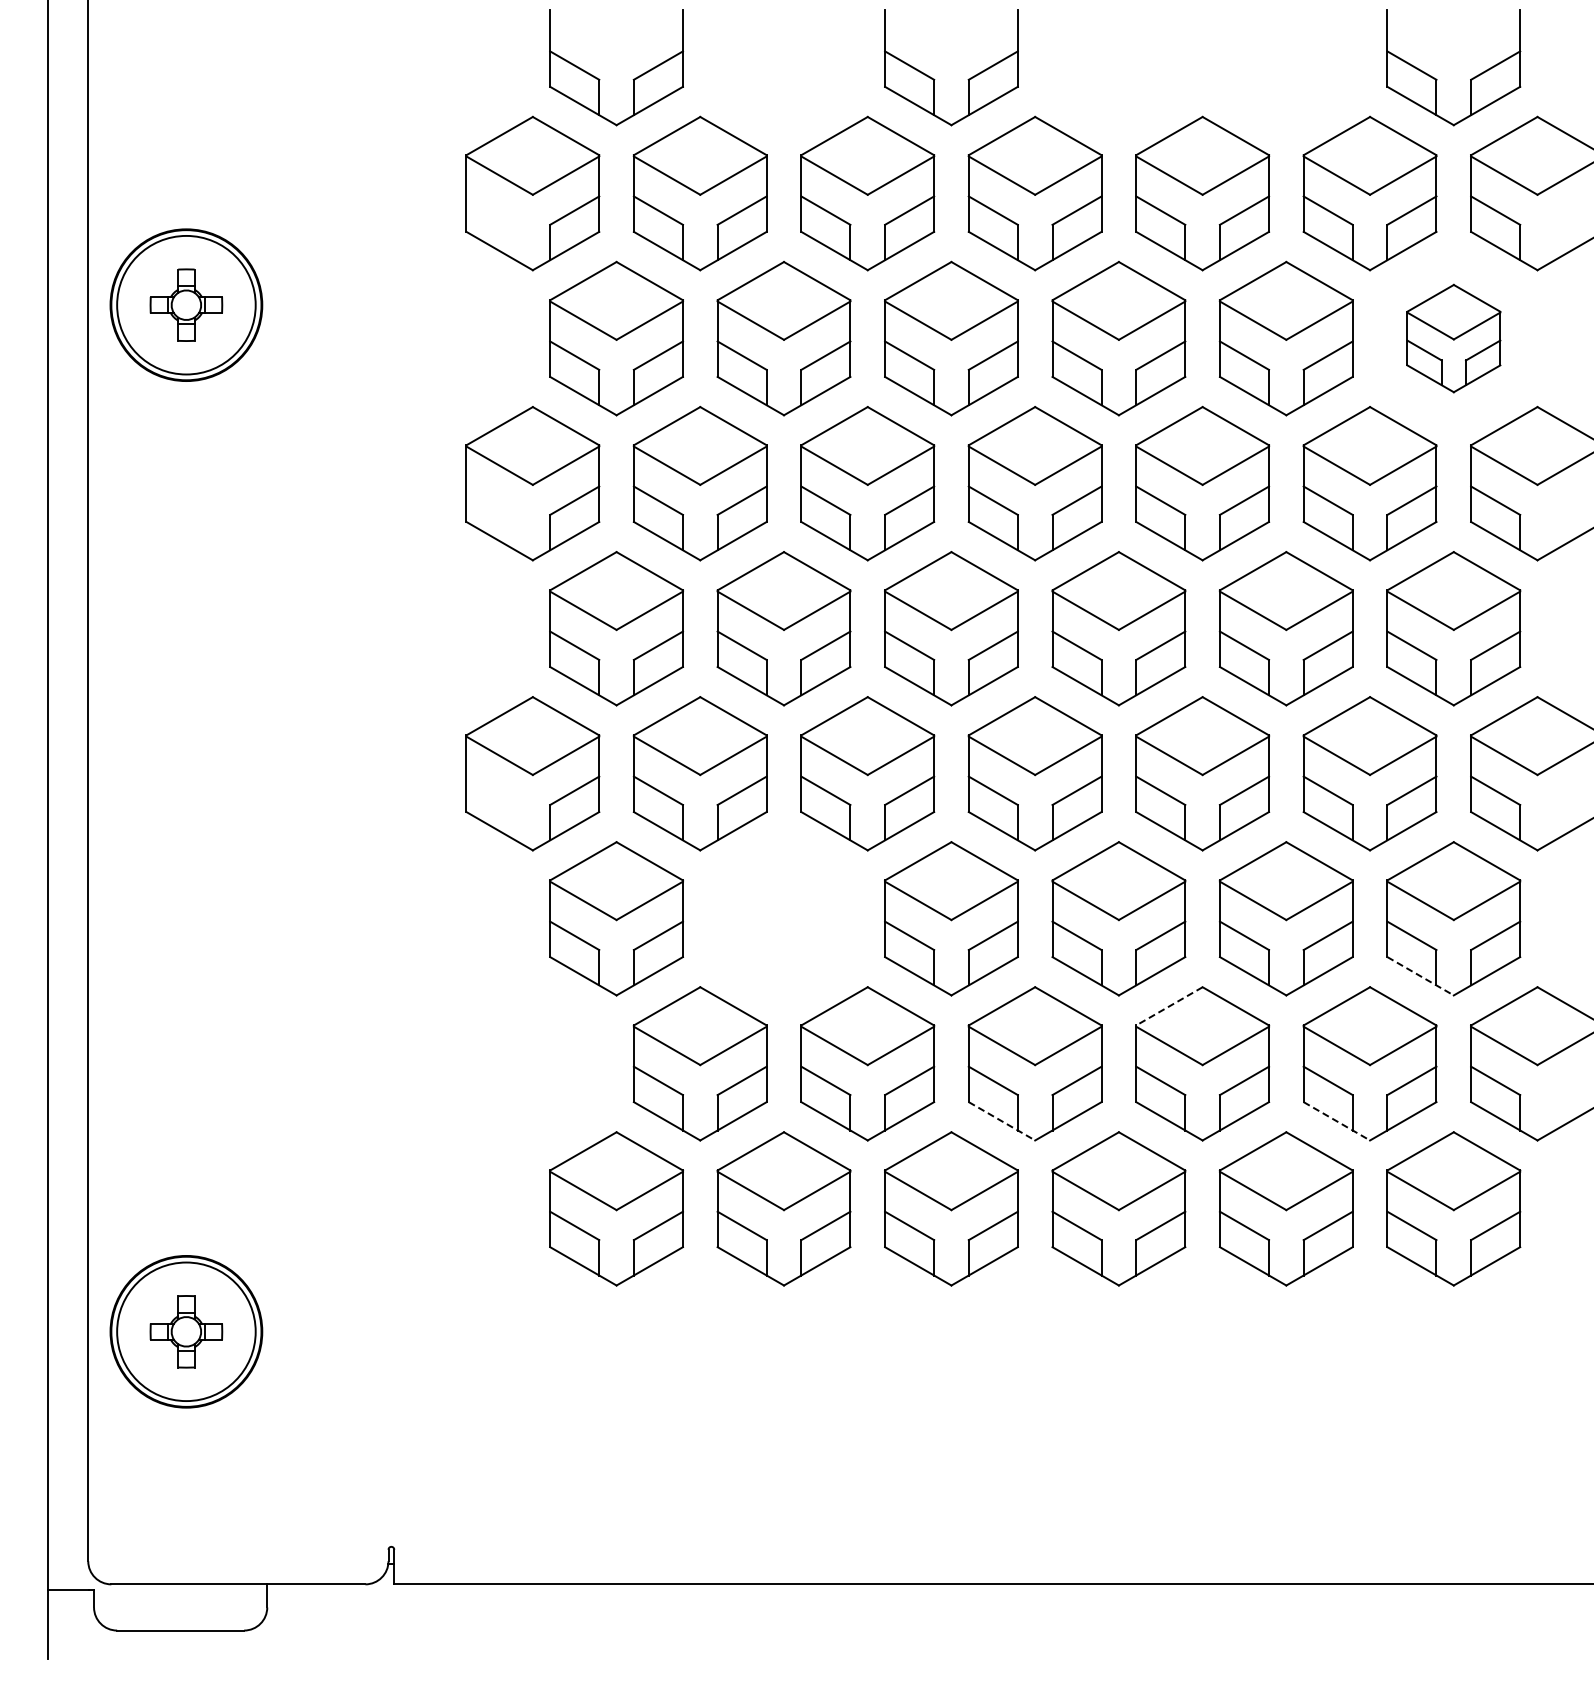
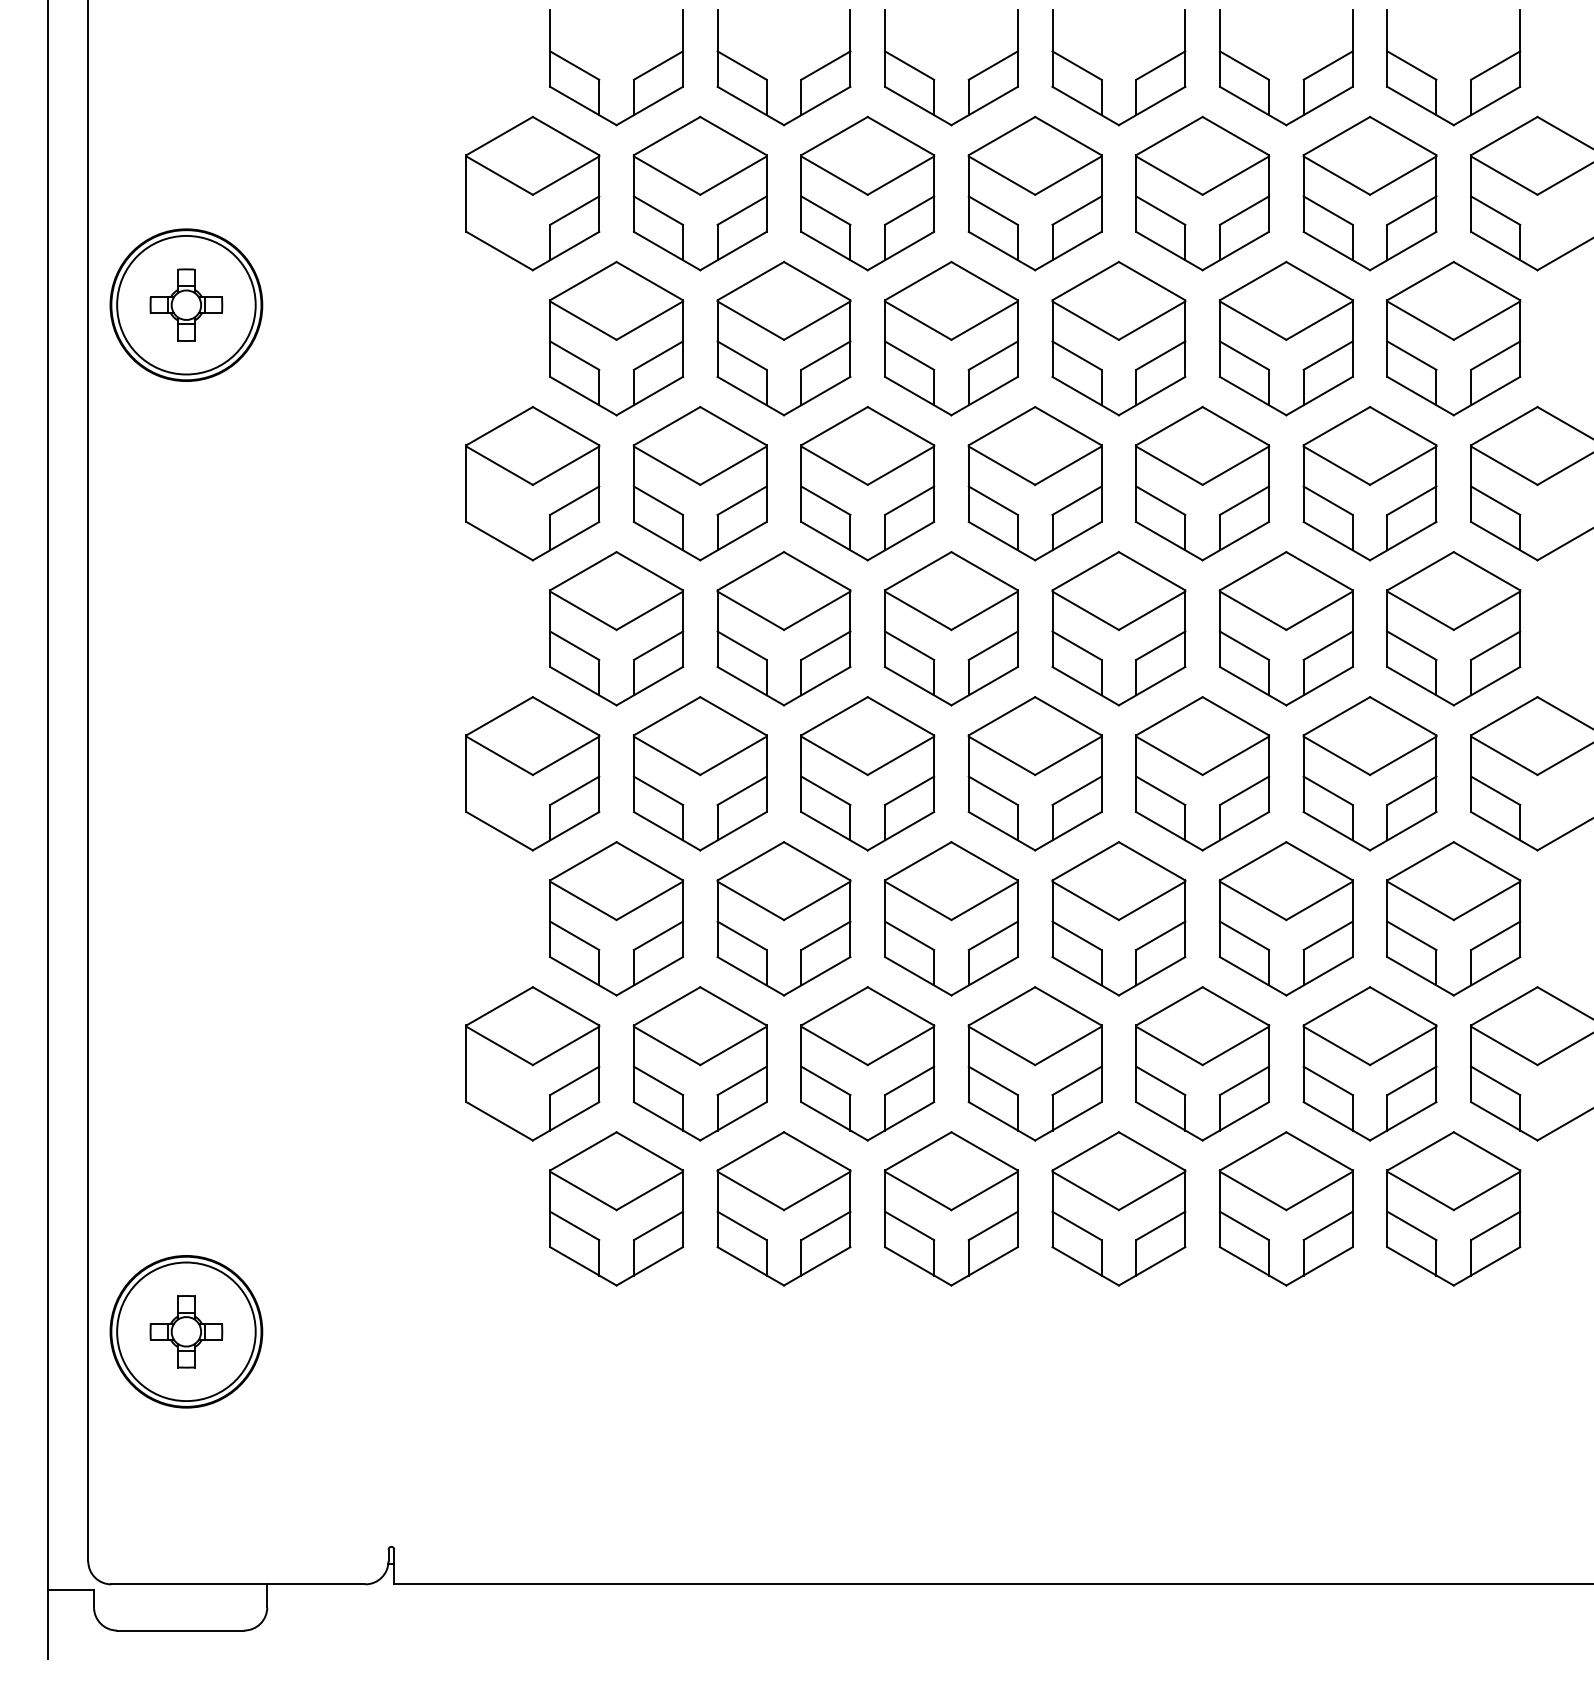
part at (767, 79): none -> present
part at (1102, 79): none -> present
part at (1270, 79): none -> present
part at (1453, 338) size: 96x111 px -> 136x157 px
part at (783, 918): none -> present
line at (1421, 976): dashed -> solid
line at (1169, 1006): dashed -> solid
part at (532, 1063): none -> present
line at (1002, 1121): dashed -> solid
line at (1337, 1121): dashed -> solid
